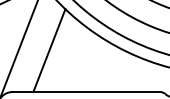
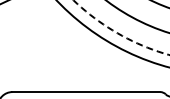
circle at (121, 27): solid -> dashed
line at (19, 47): present -> none
line at (49, 50): present -> none
